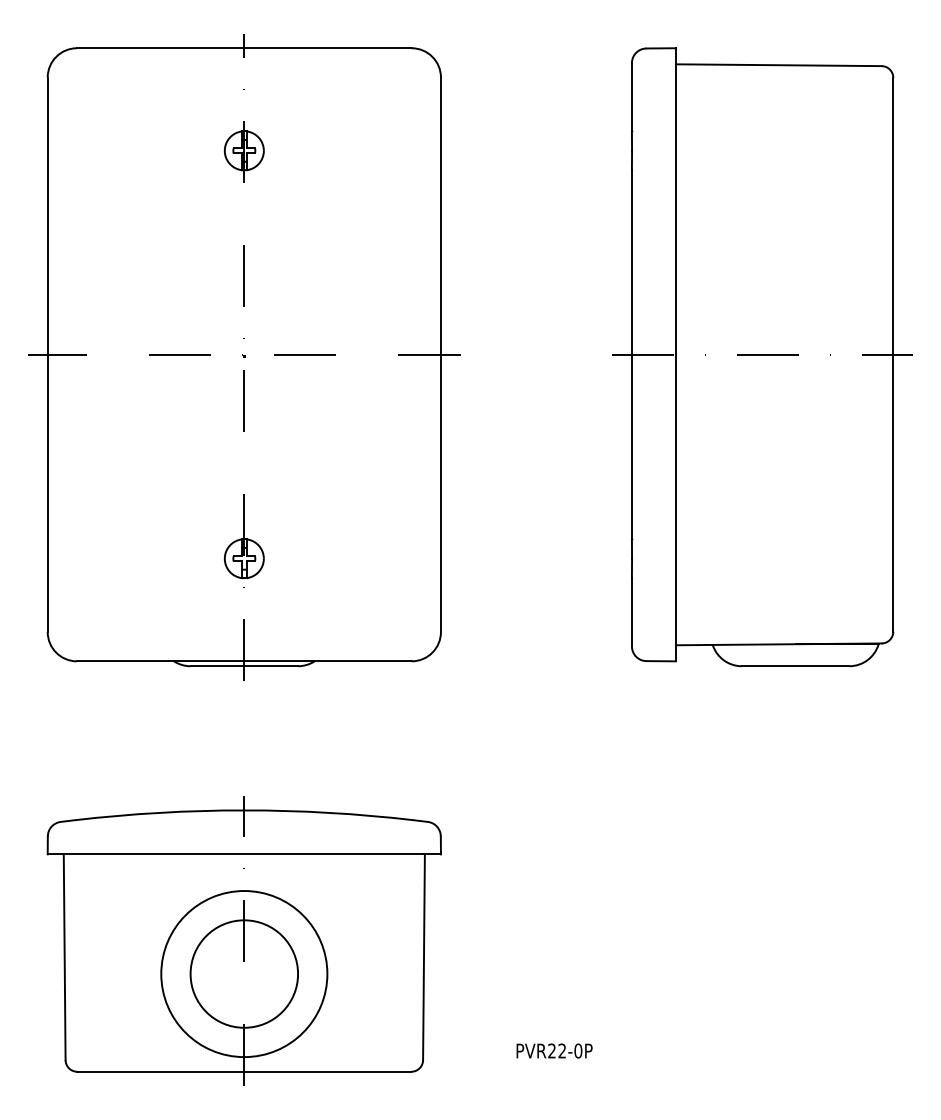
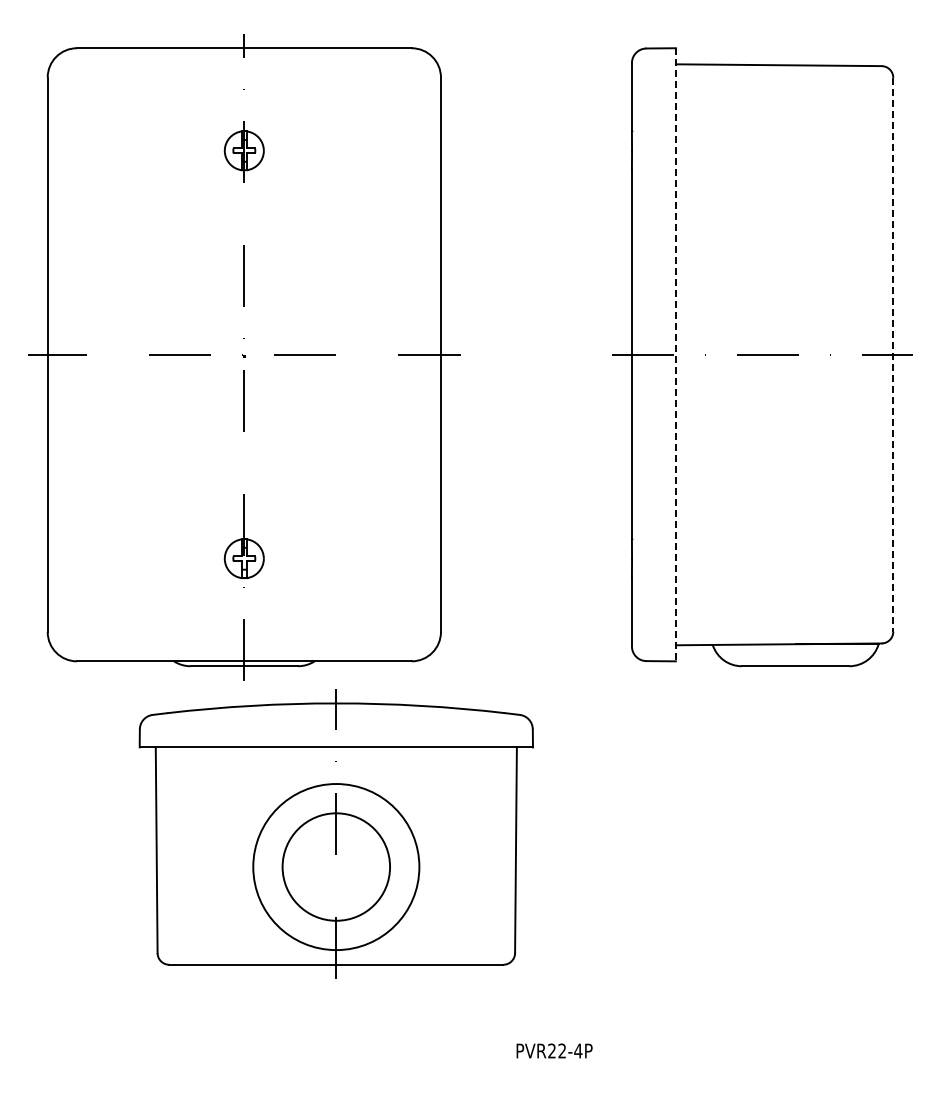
line at (675, 354): solid -> dashed
line at (893, 354): solid -> dashed
part at (243, 940) position: (243, 940) -> (335, 833)
text at (578, 1050): PVR22-0P -> PVR22-4P
